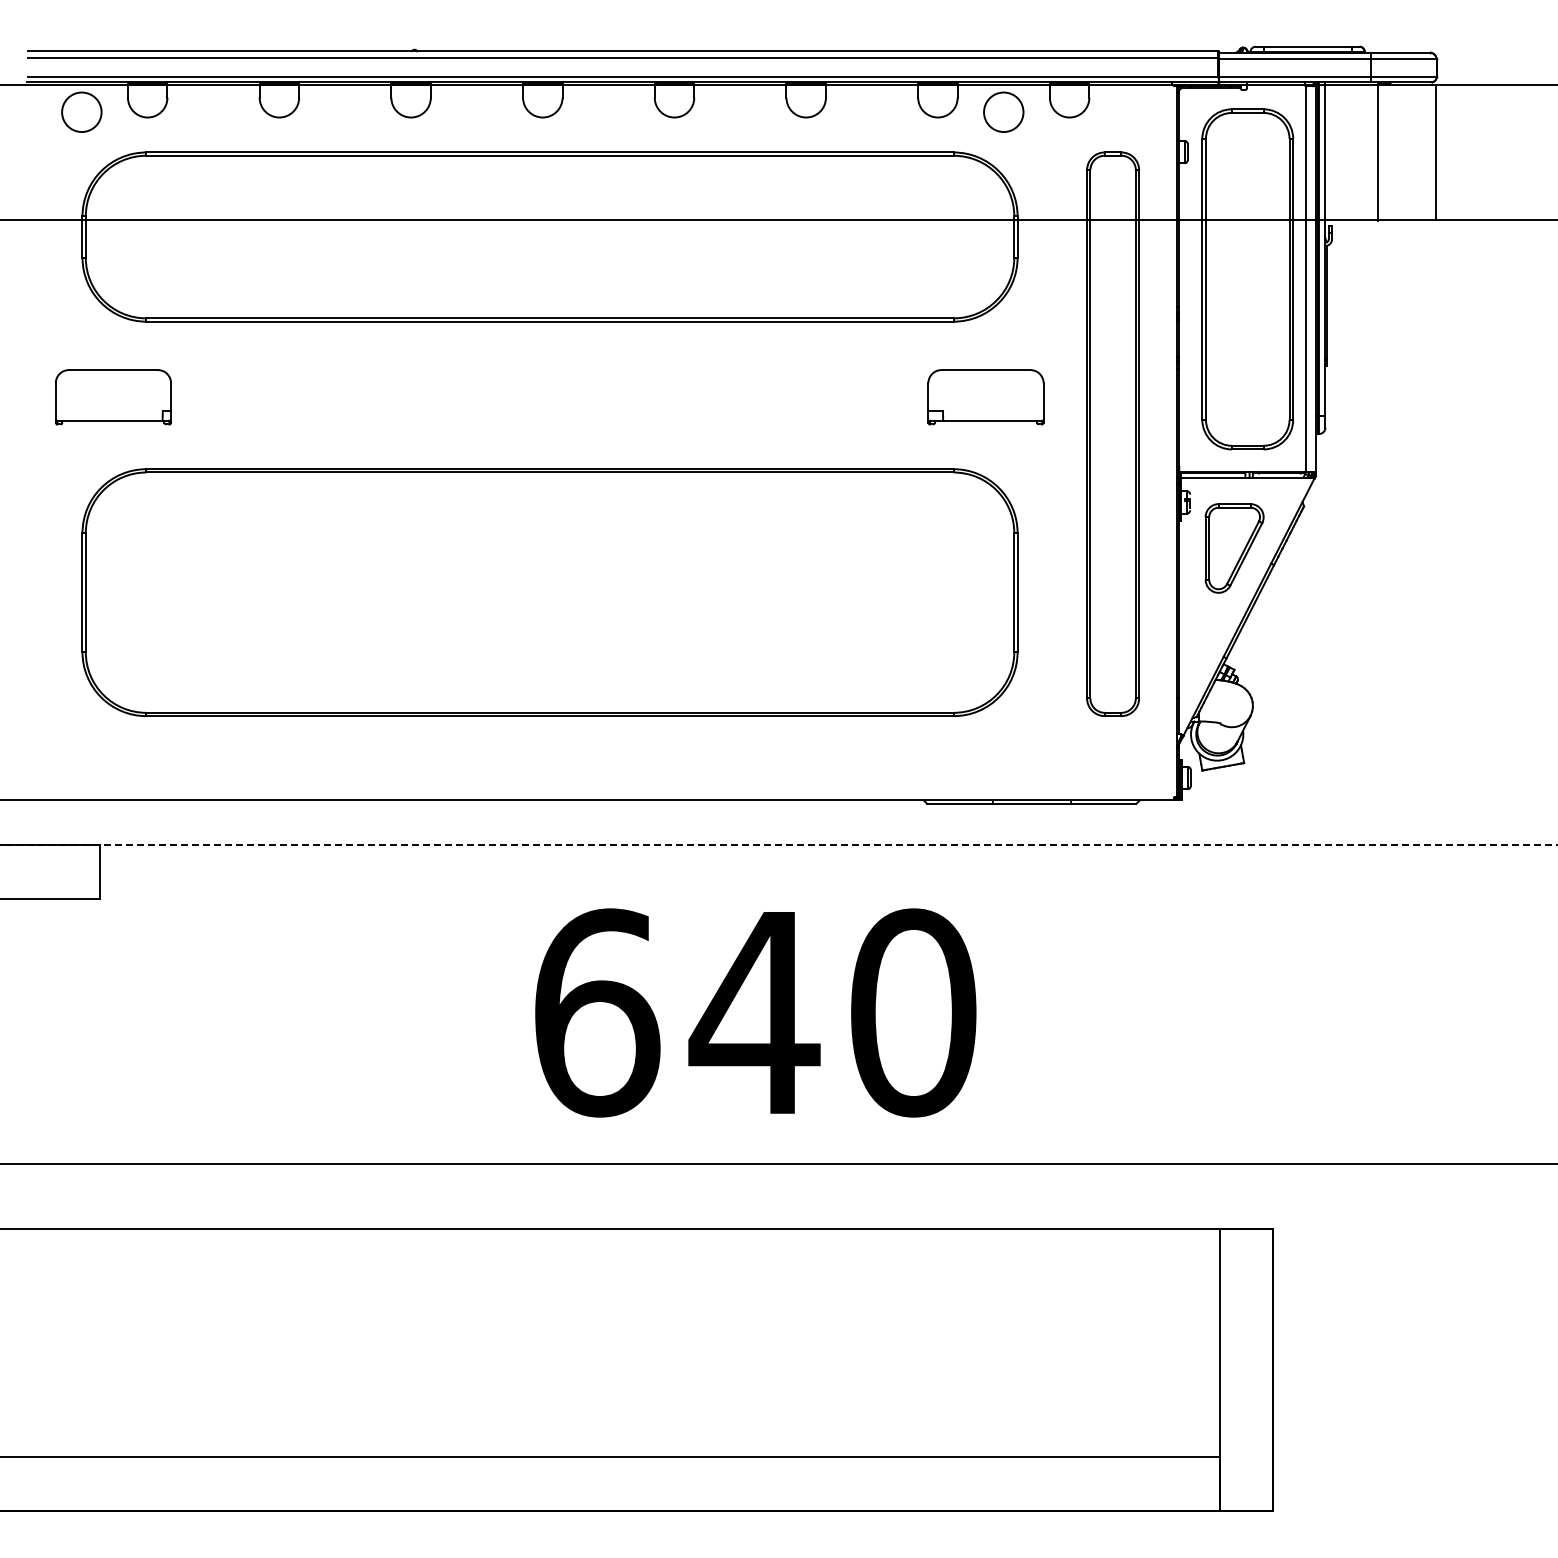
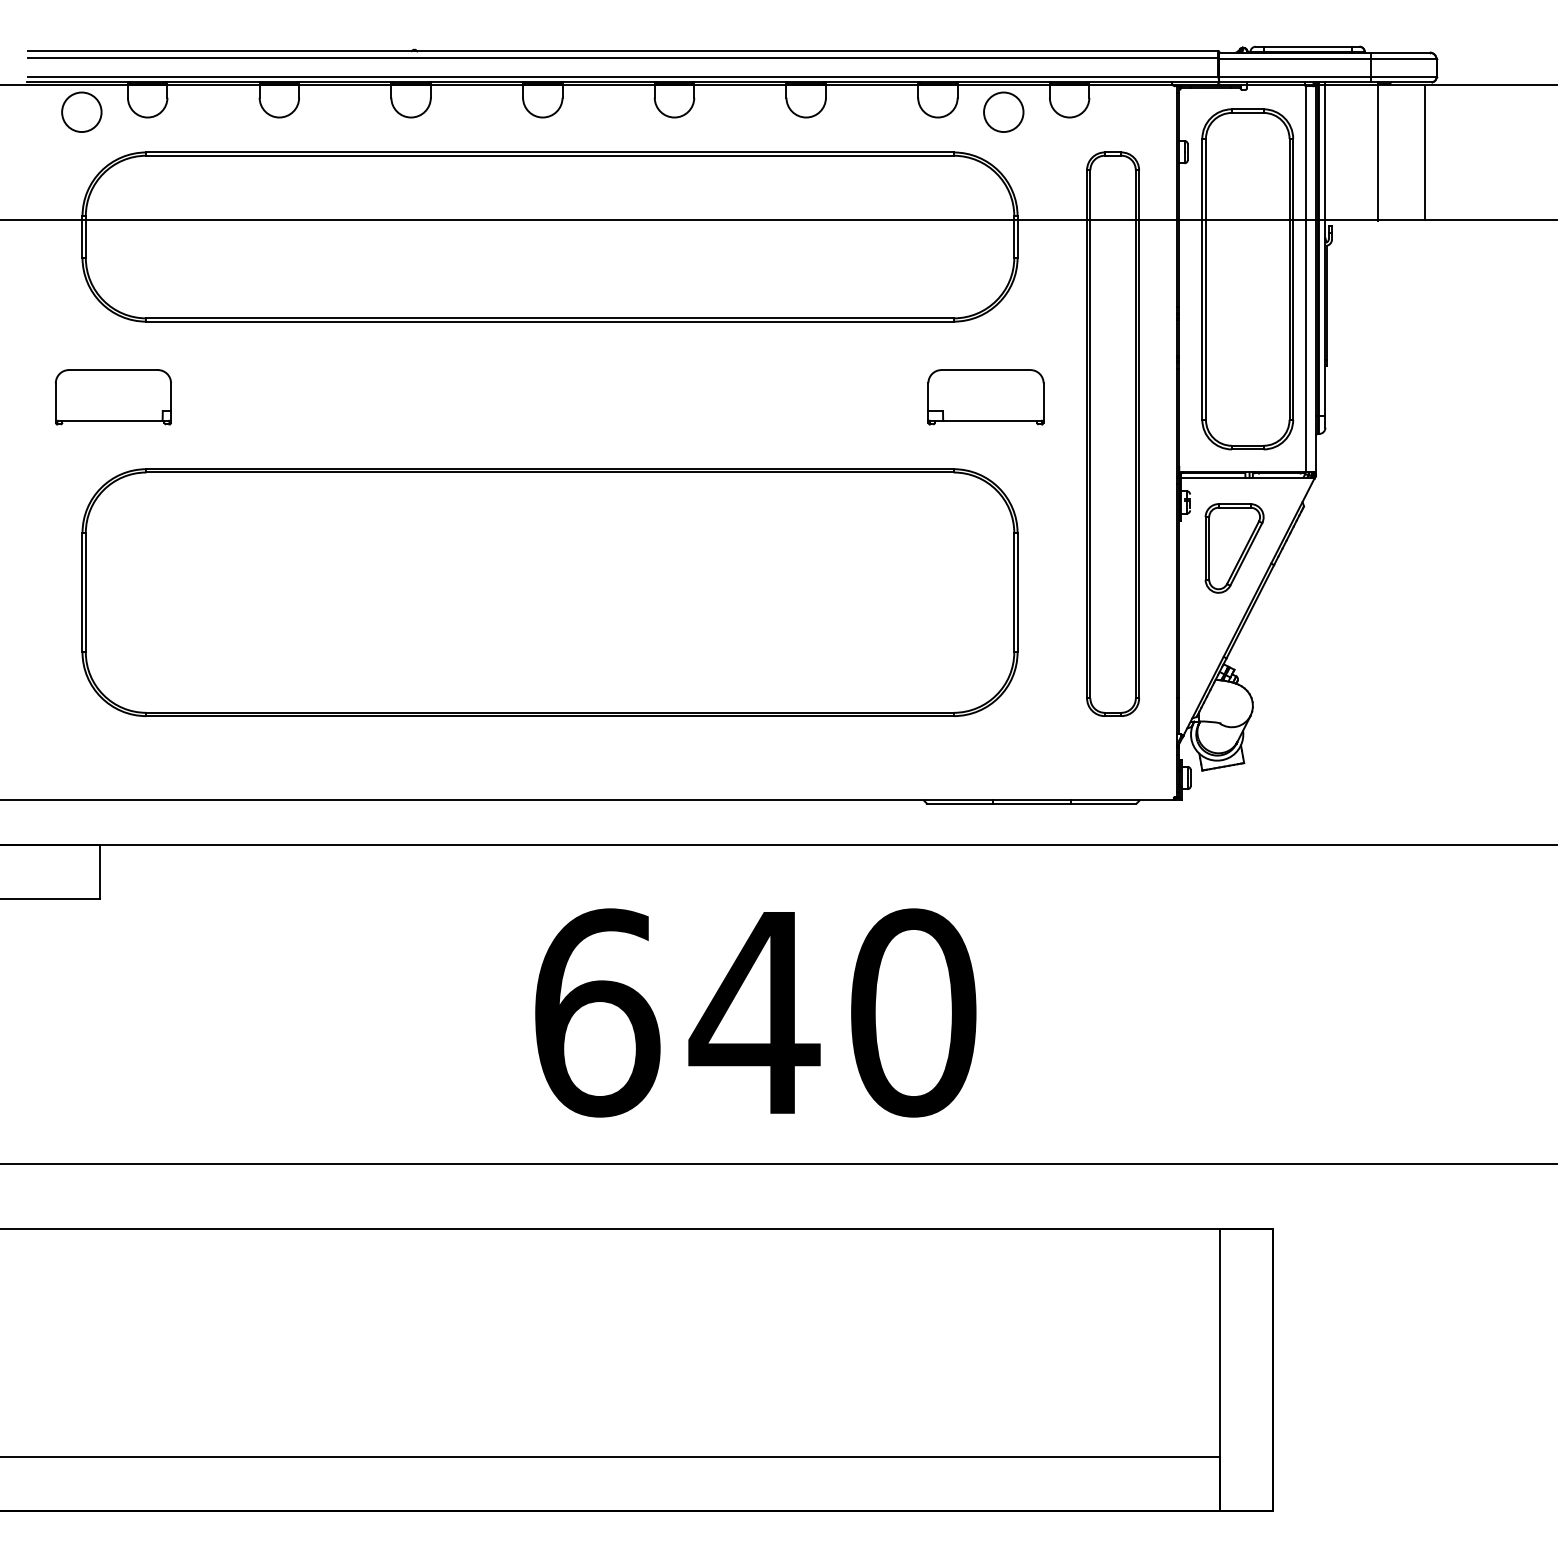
line at (1435, 152) position: (1435, 152) -> (1424, 152)
line at (779, 845): dashed -> solid
